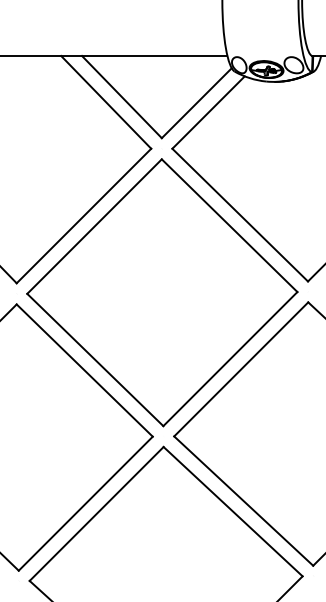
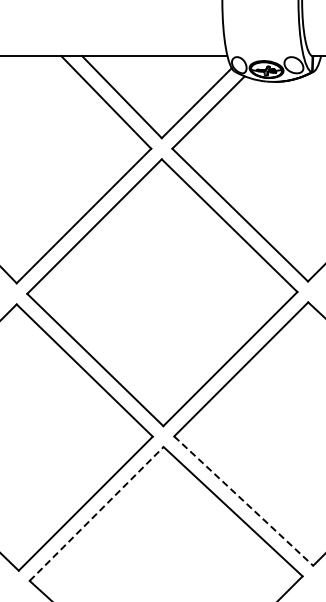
line at (243, 501): solid -> dashed
line at (96, 513): solid -> dashed
